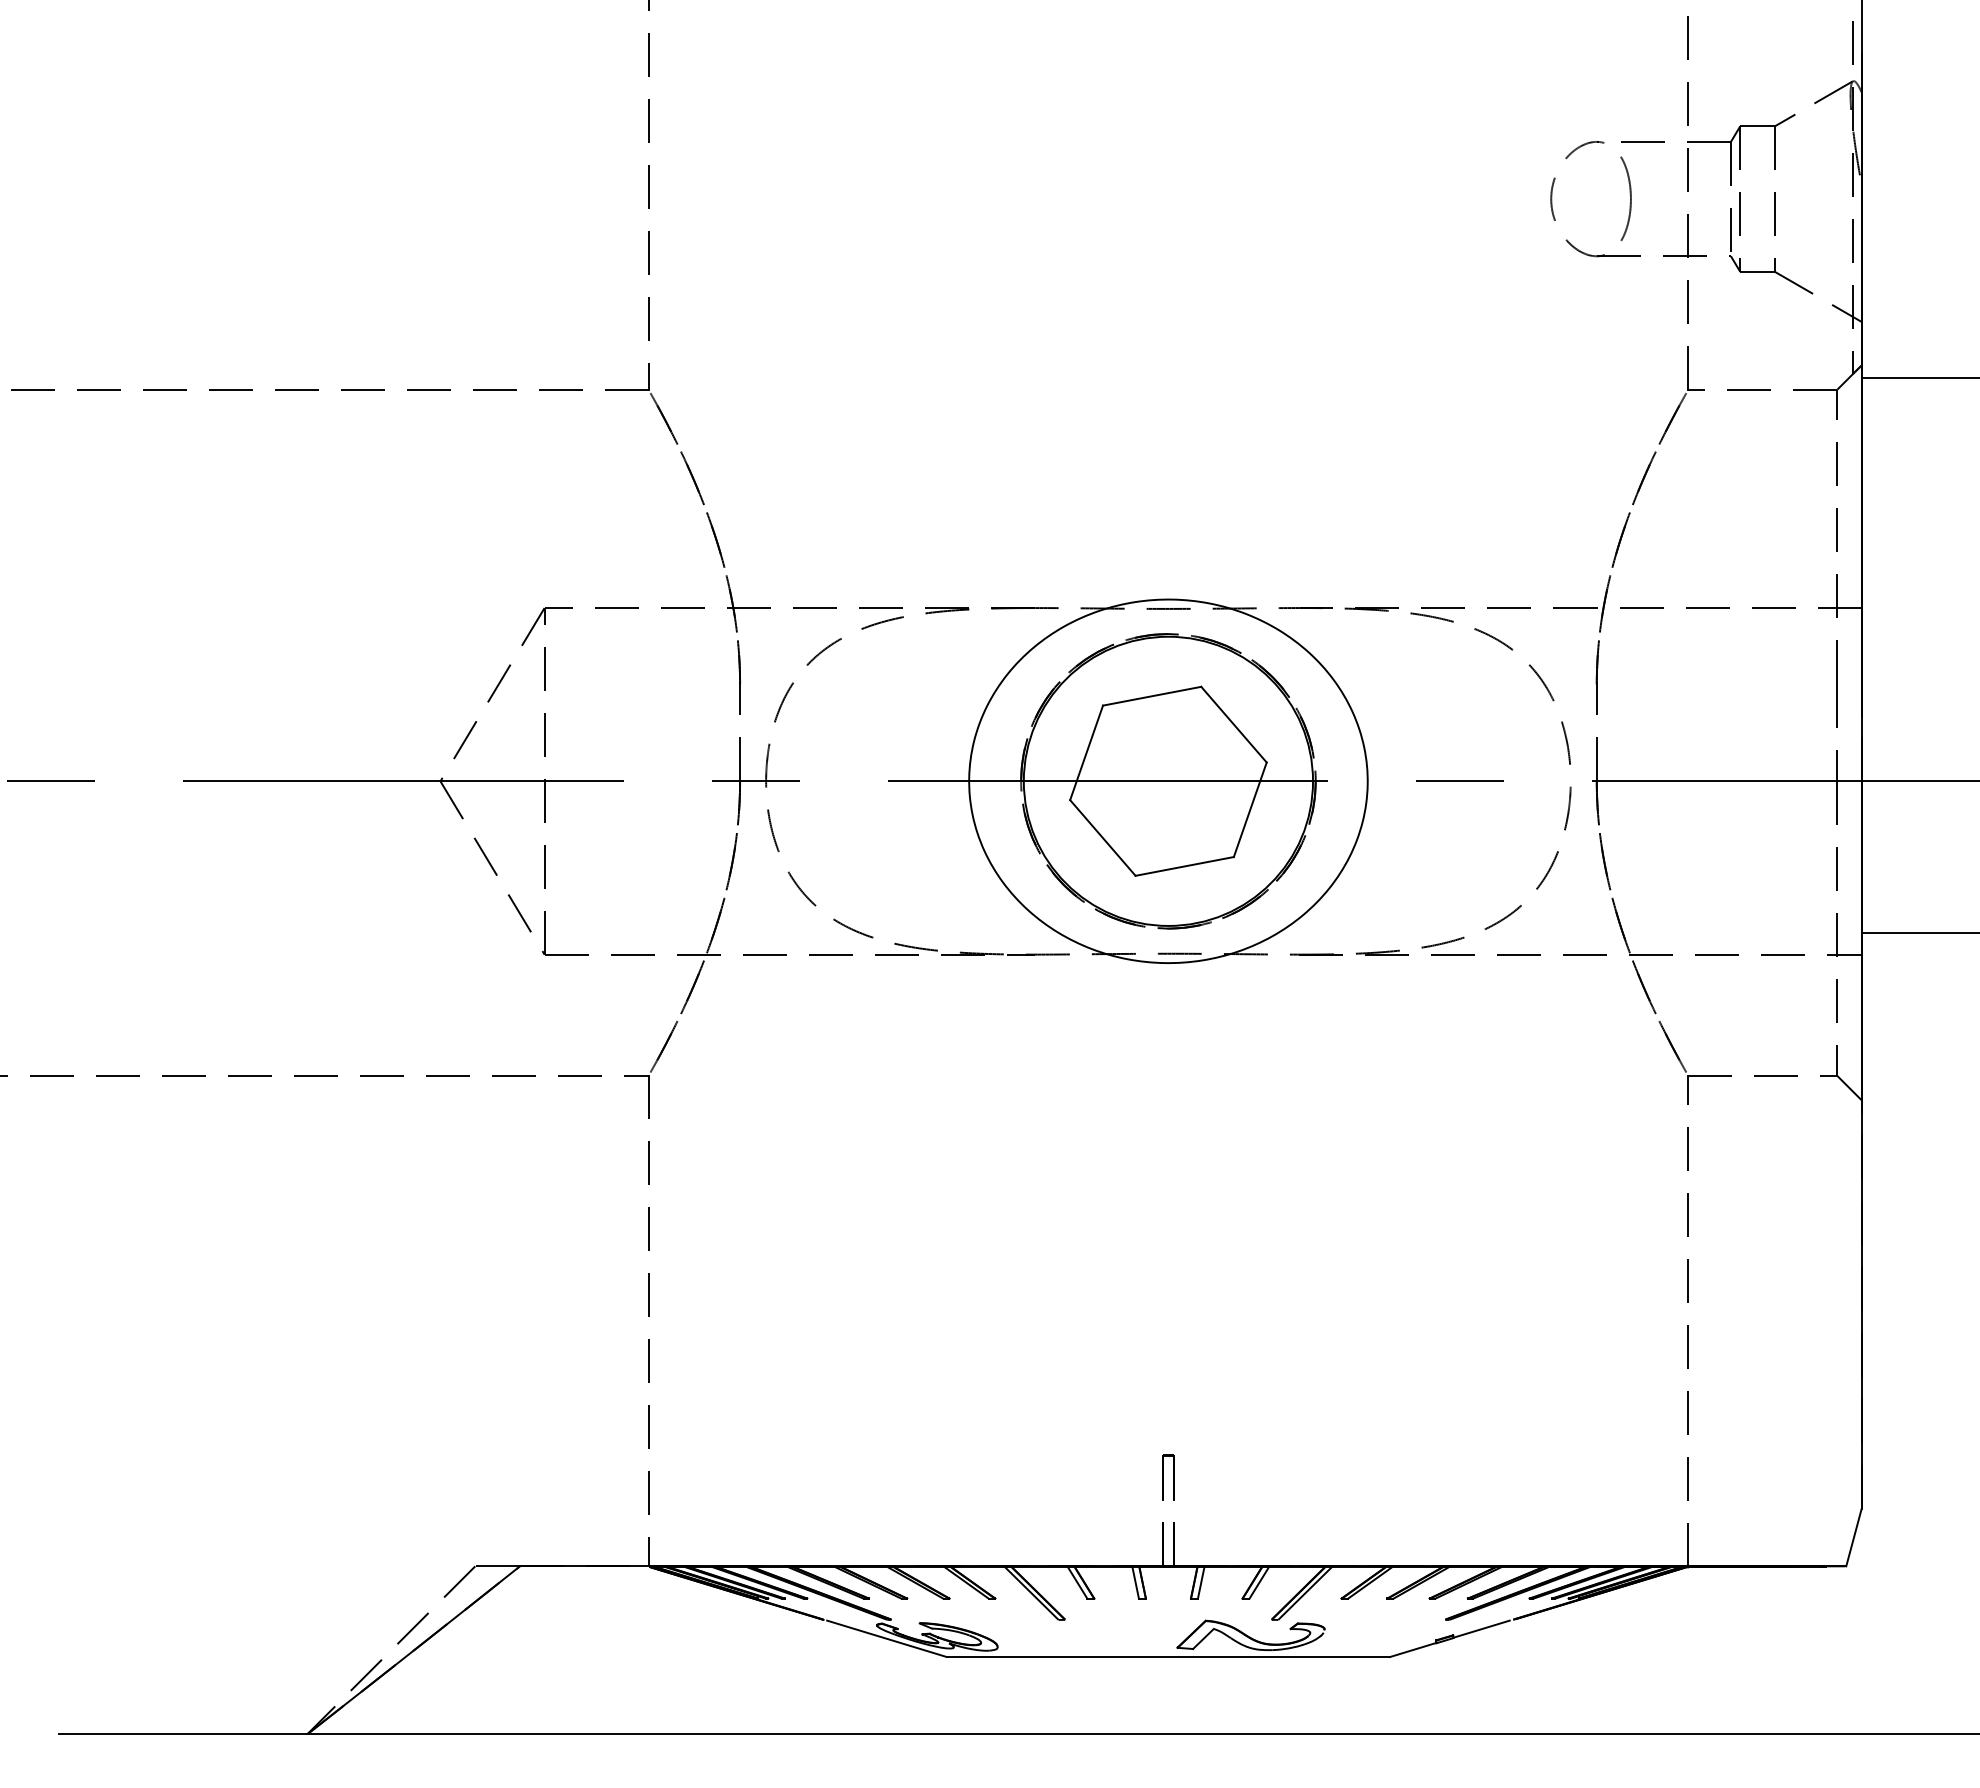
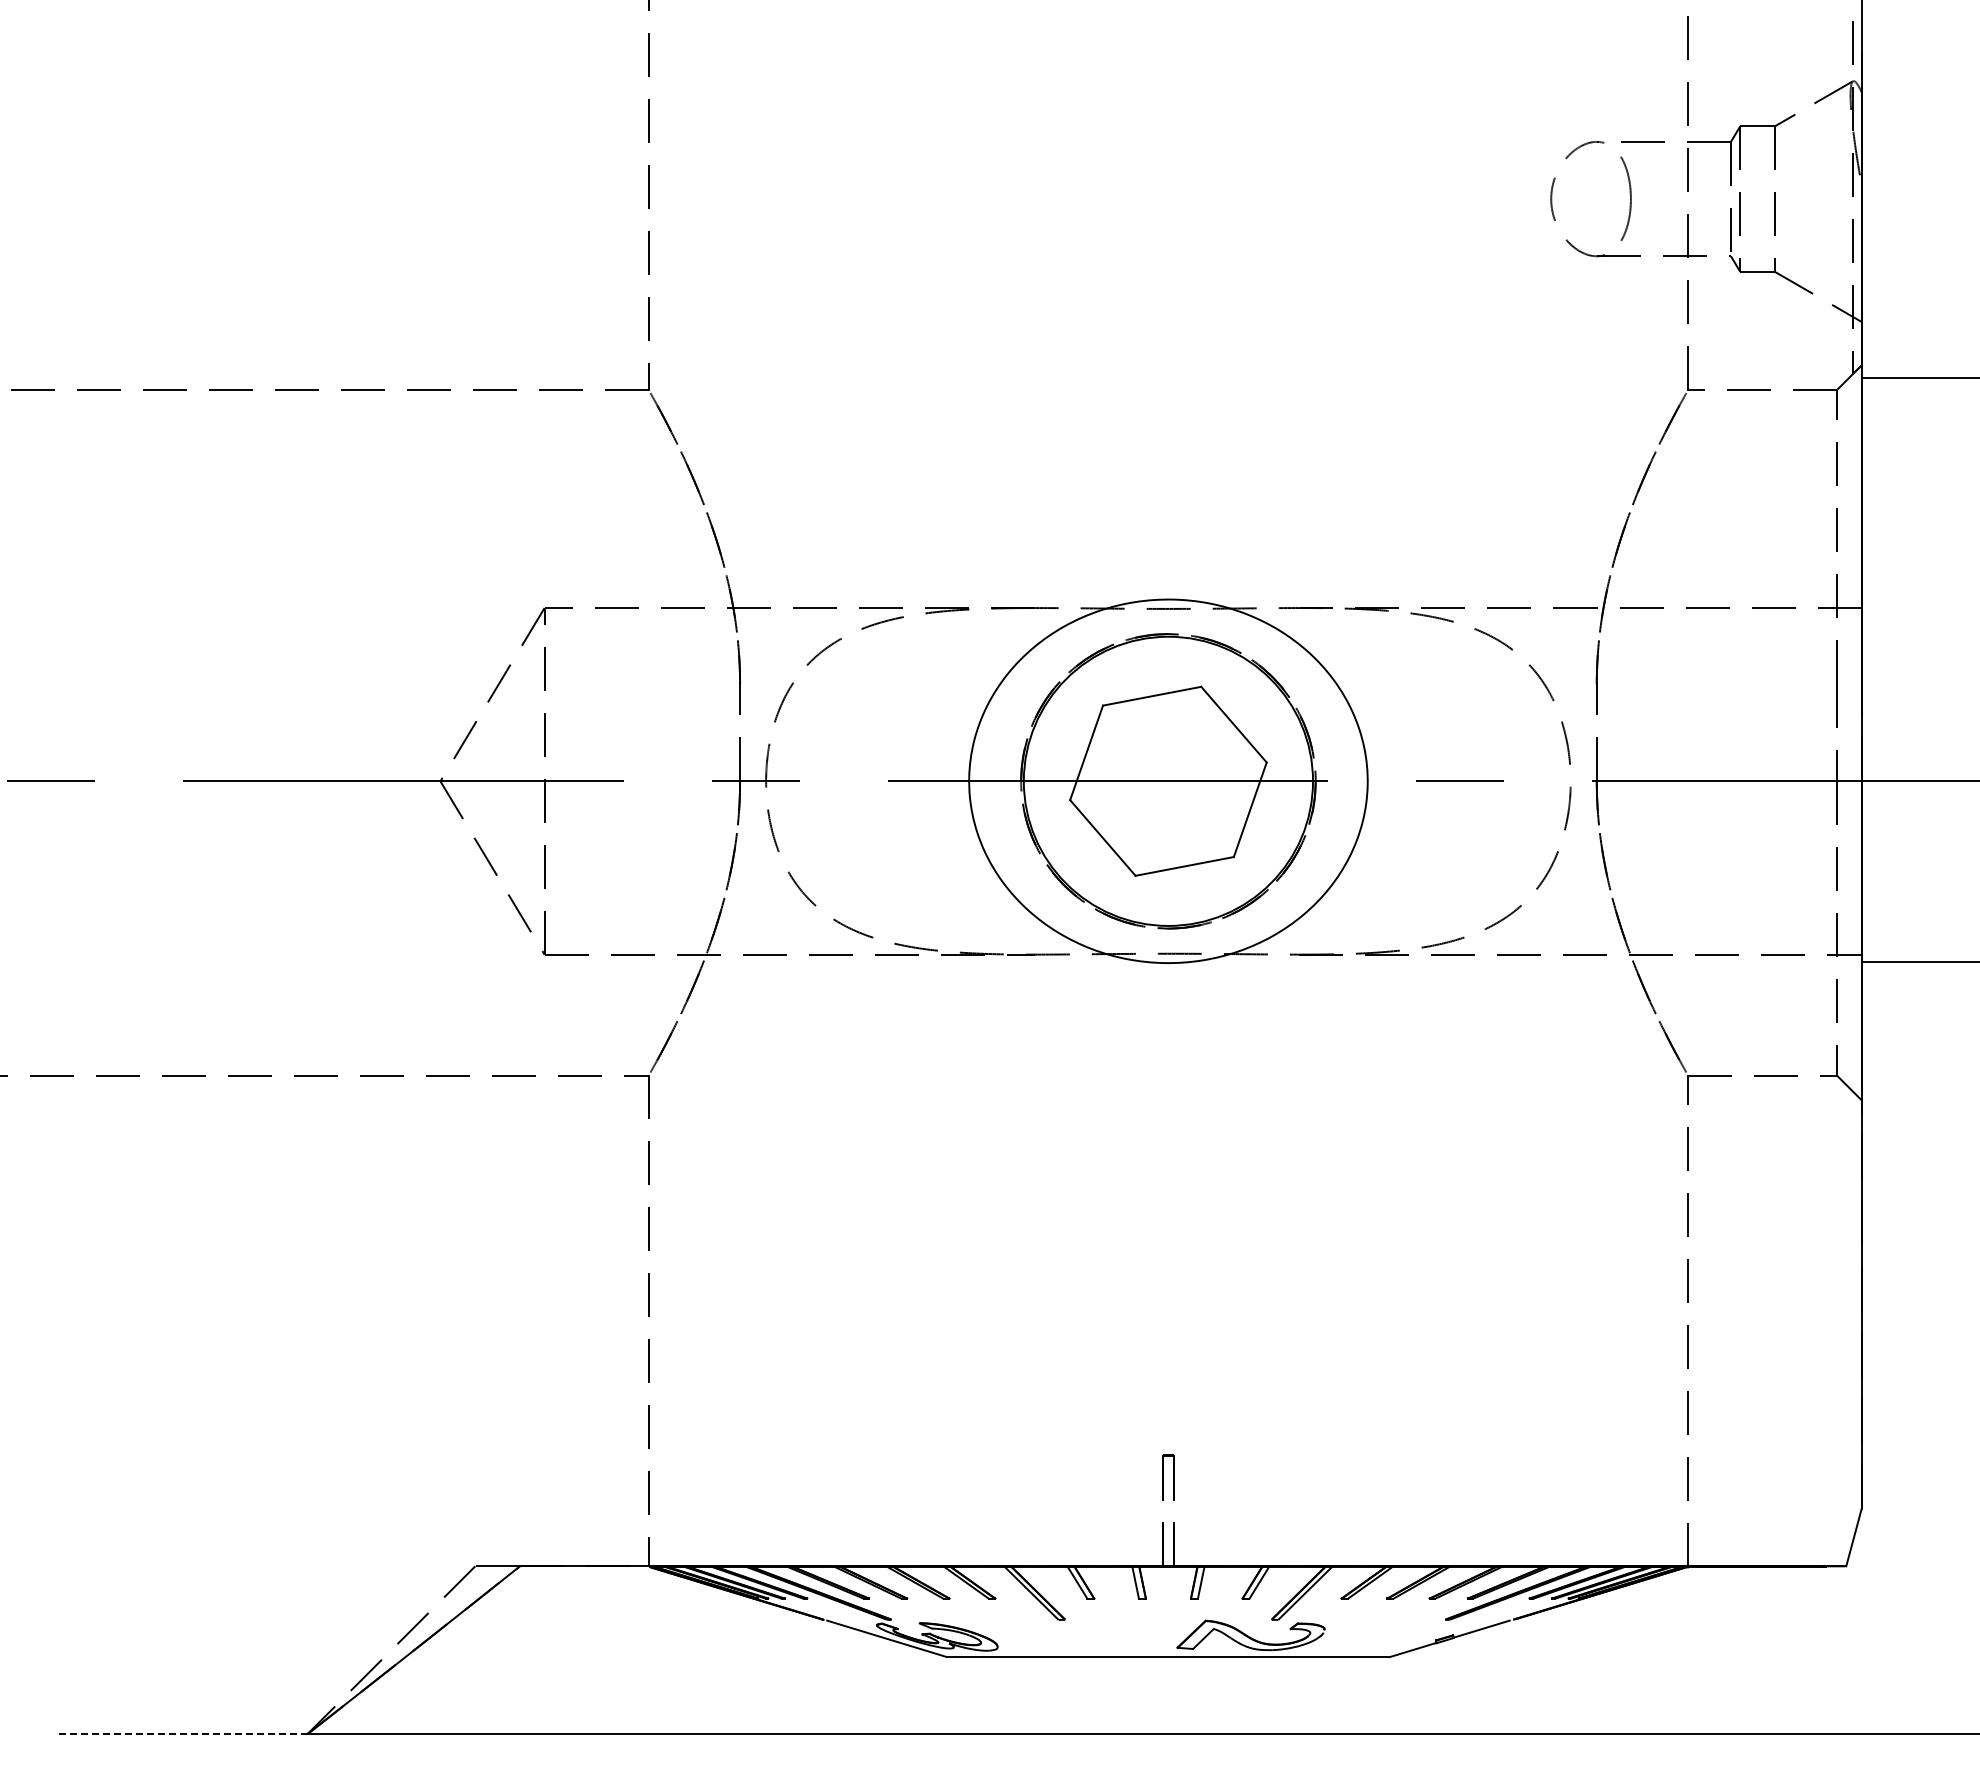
line at (1918, 932) position: (1918, 932) -> (1918, 961)
line at (184, 1734): solid -> dashed
